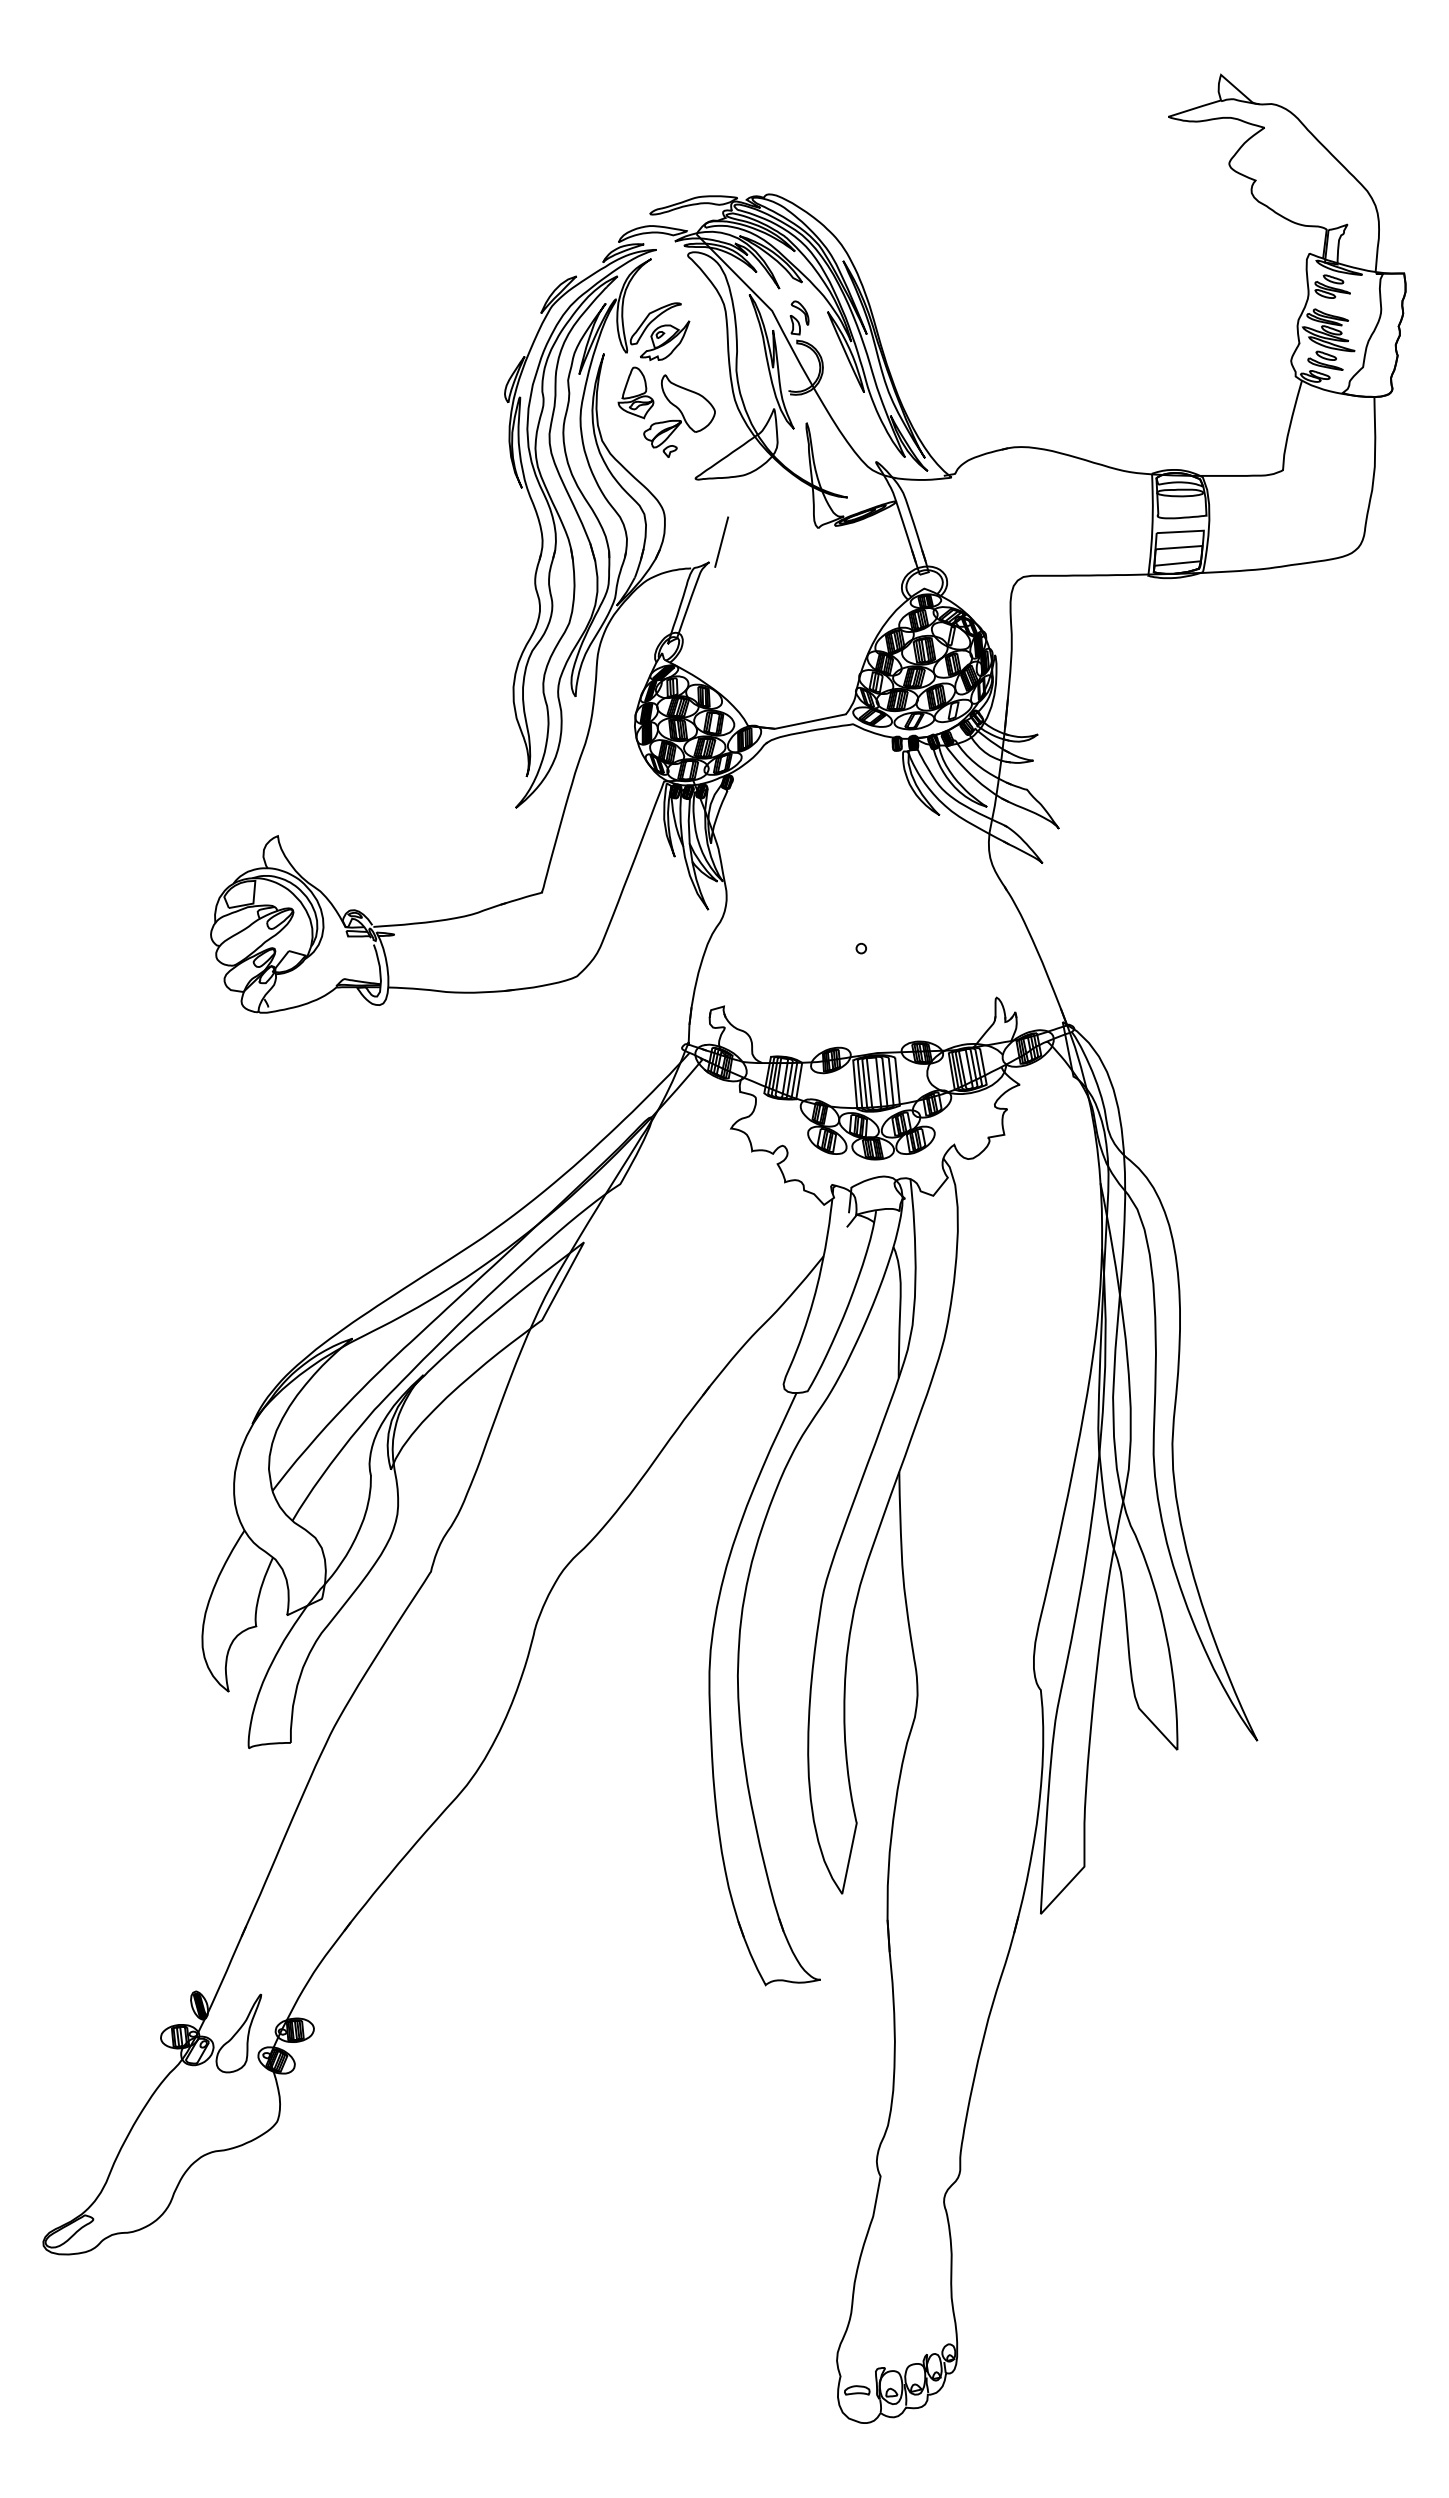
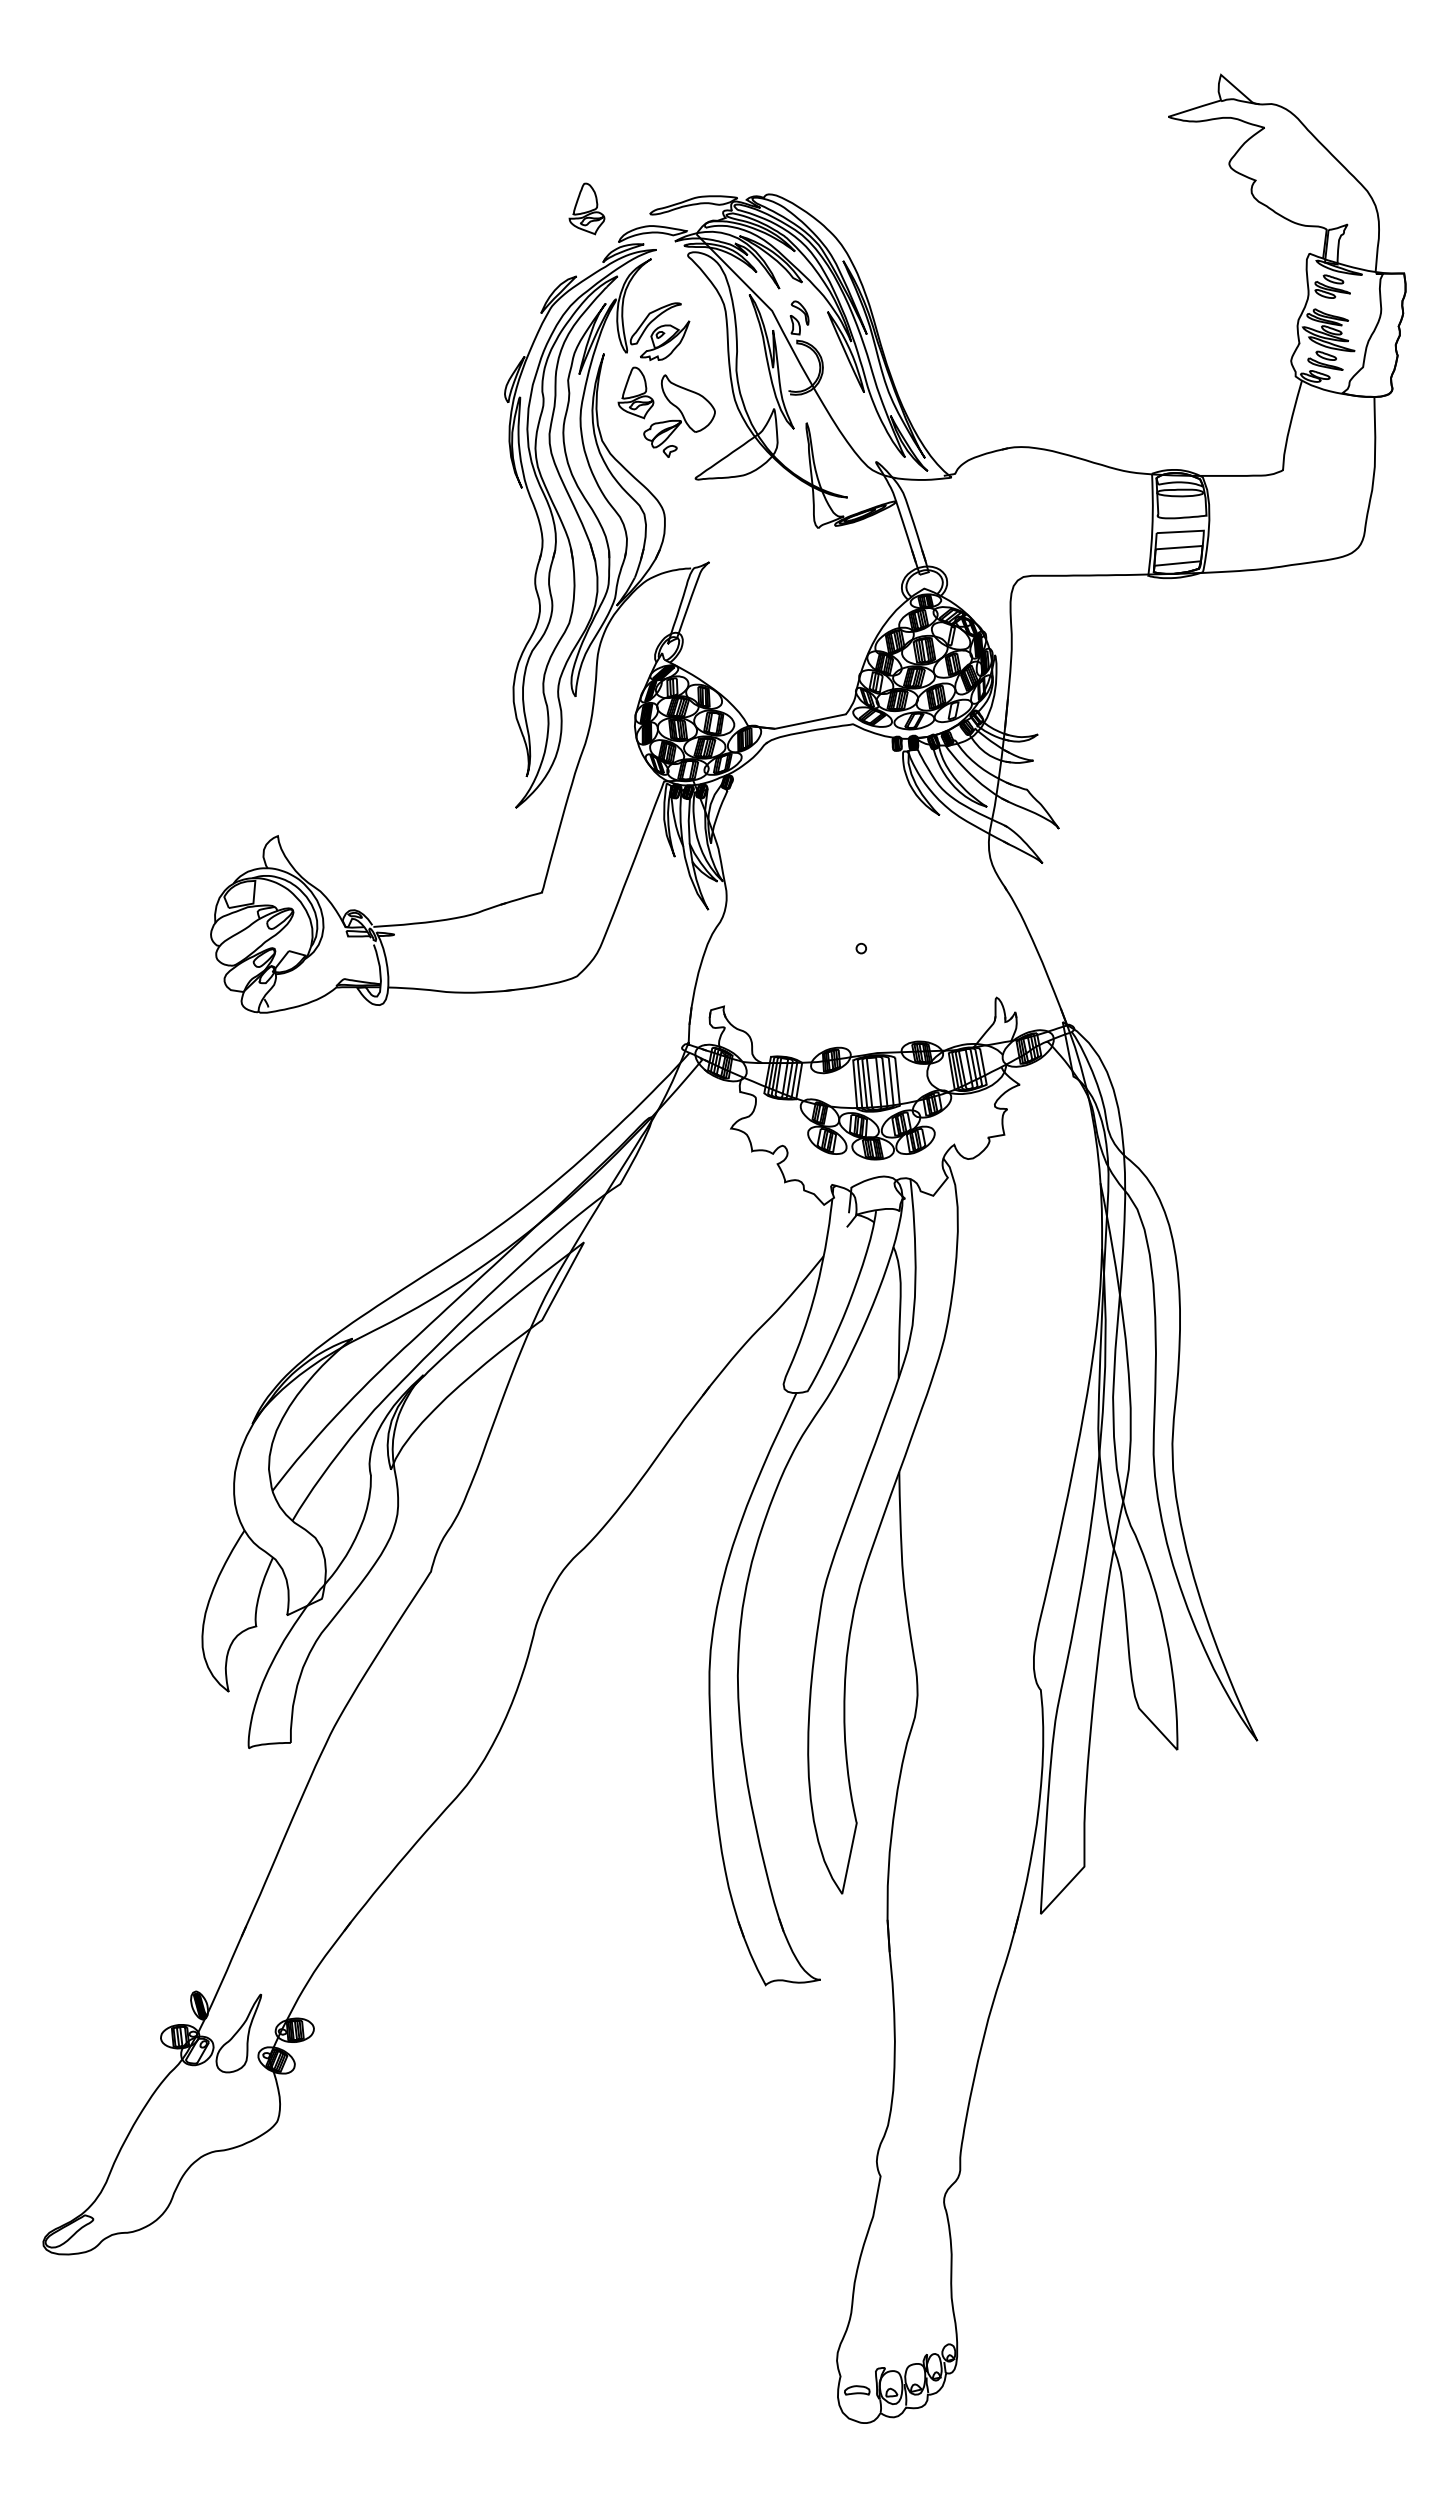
part at (586, 208): none -> present
line at (721, 541): present -> none
